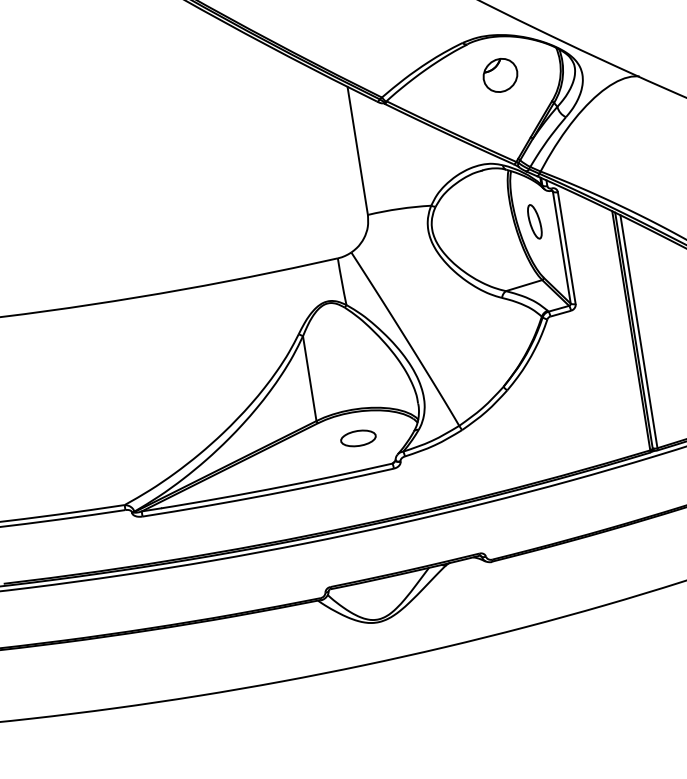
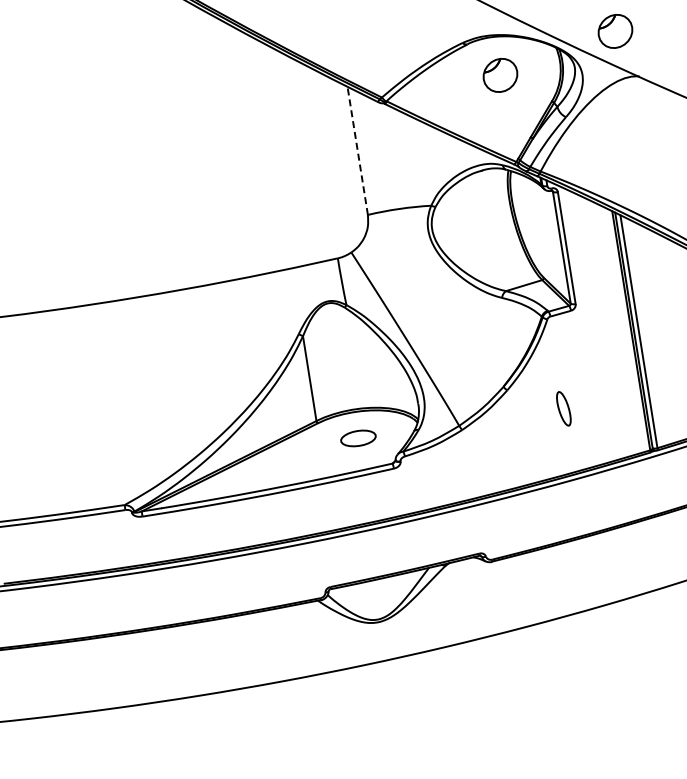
part at (615, 31): none -> present
line at (357, 150): solid -> dashed
part at (534, 221) position: (534, 221) -> (563, 408)
